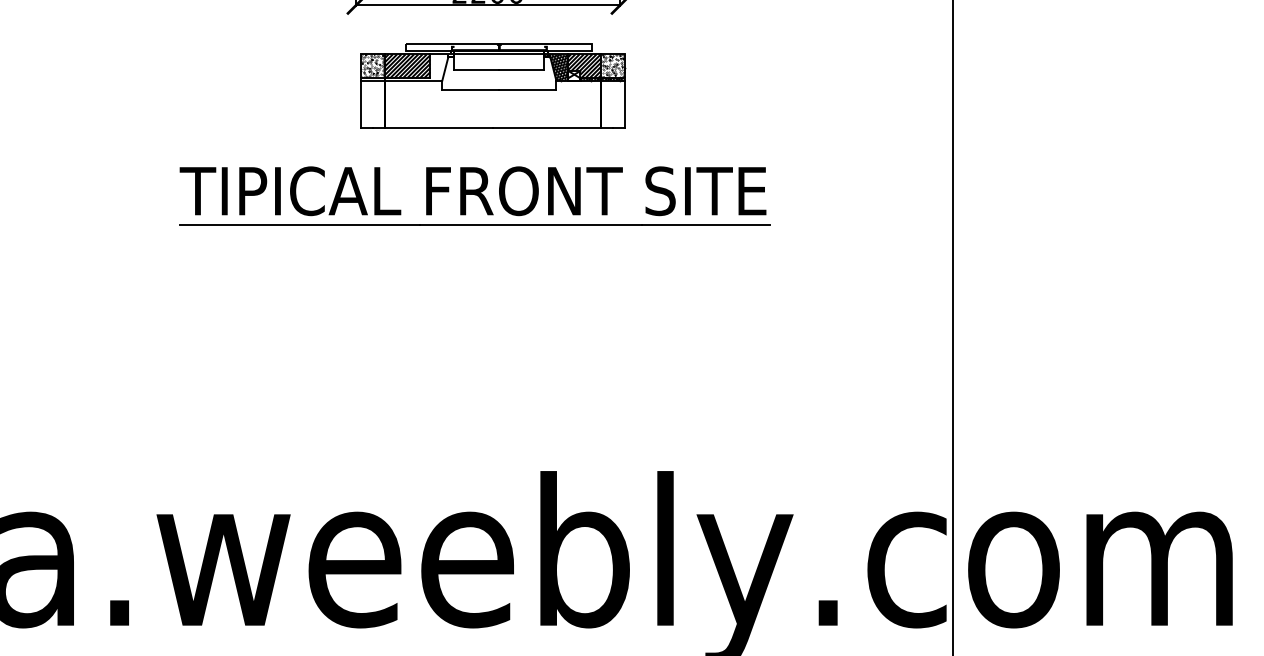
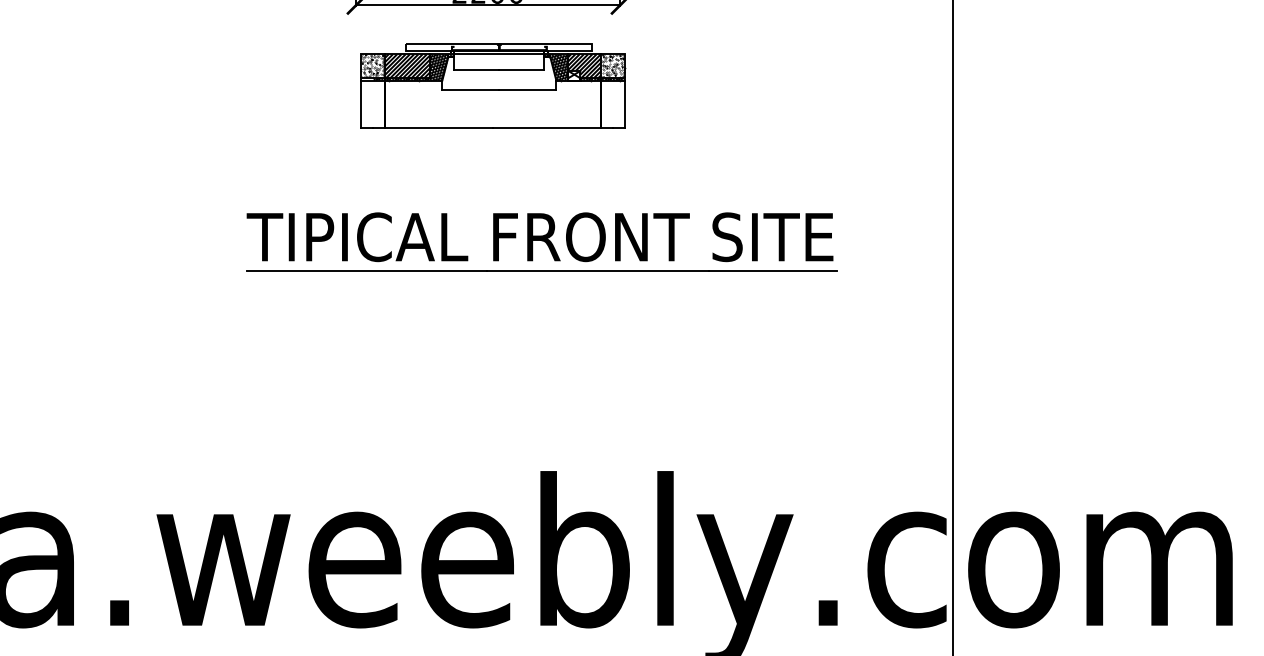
hatch at (413, 67): none -> present
part at (474, 195) position: (474, 195) -> (541, 241)
